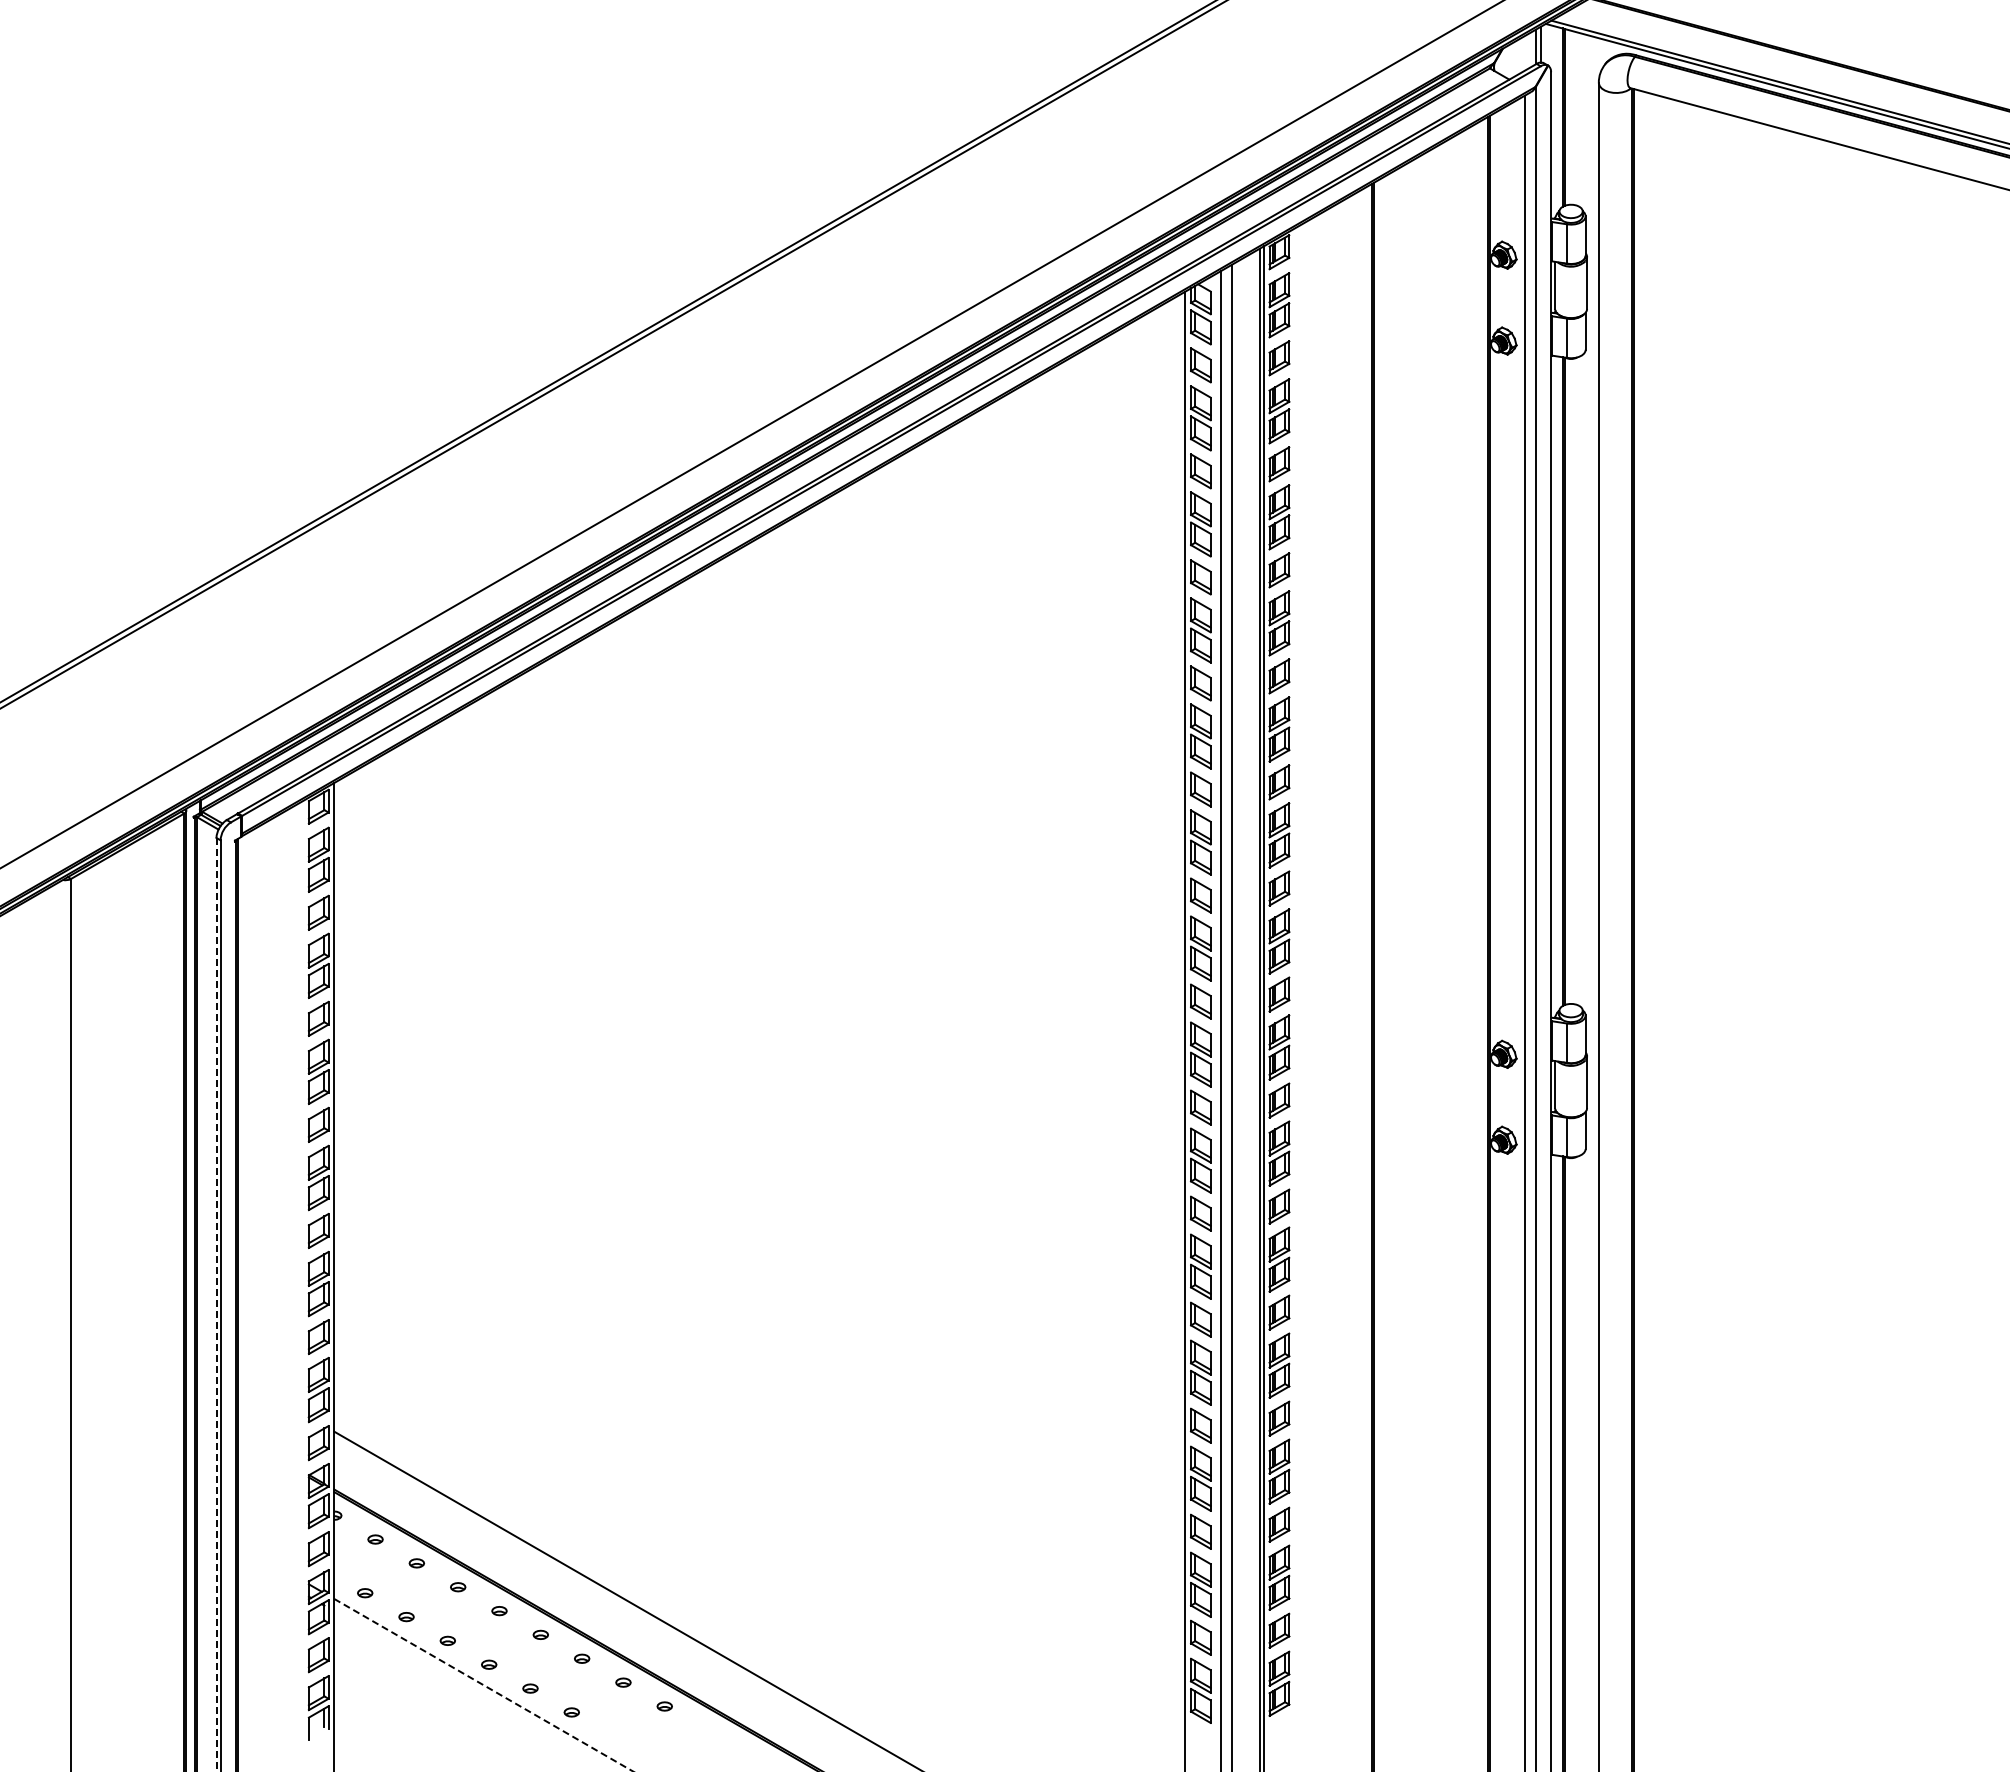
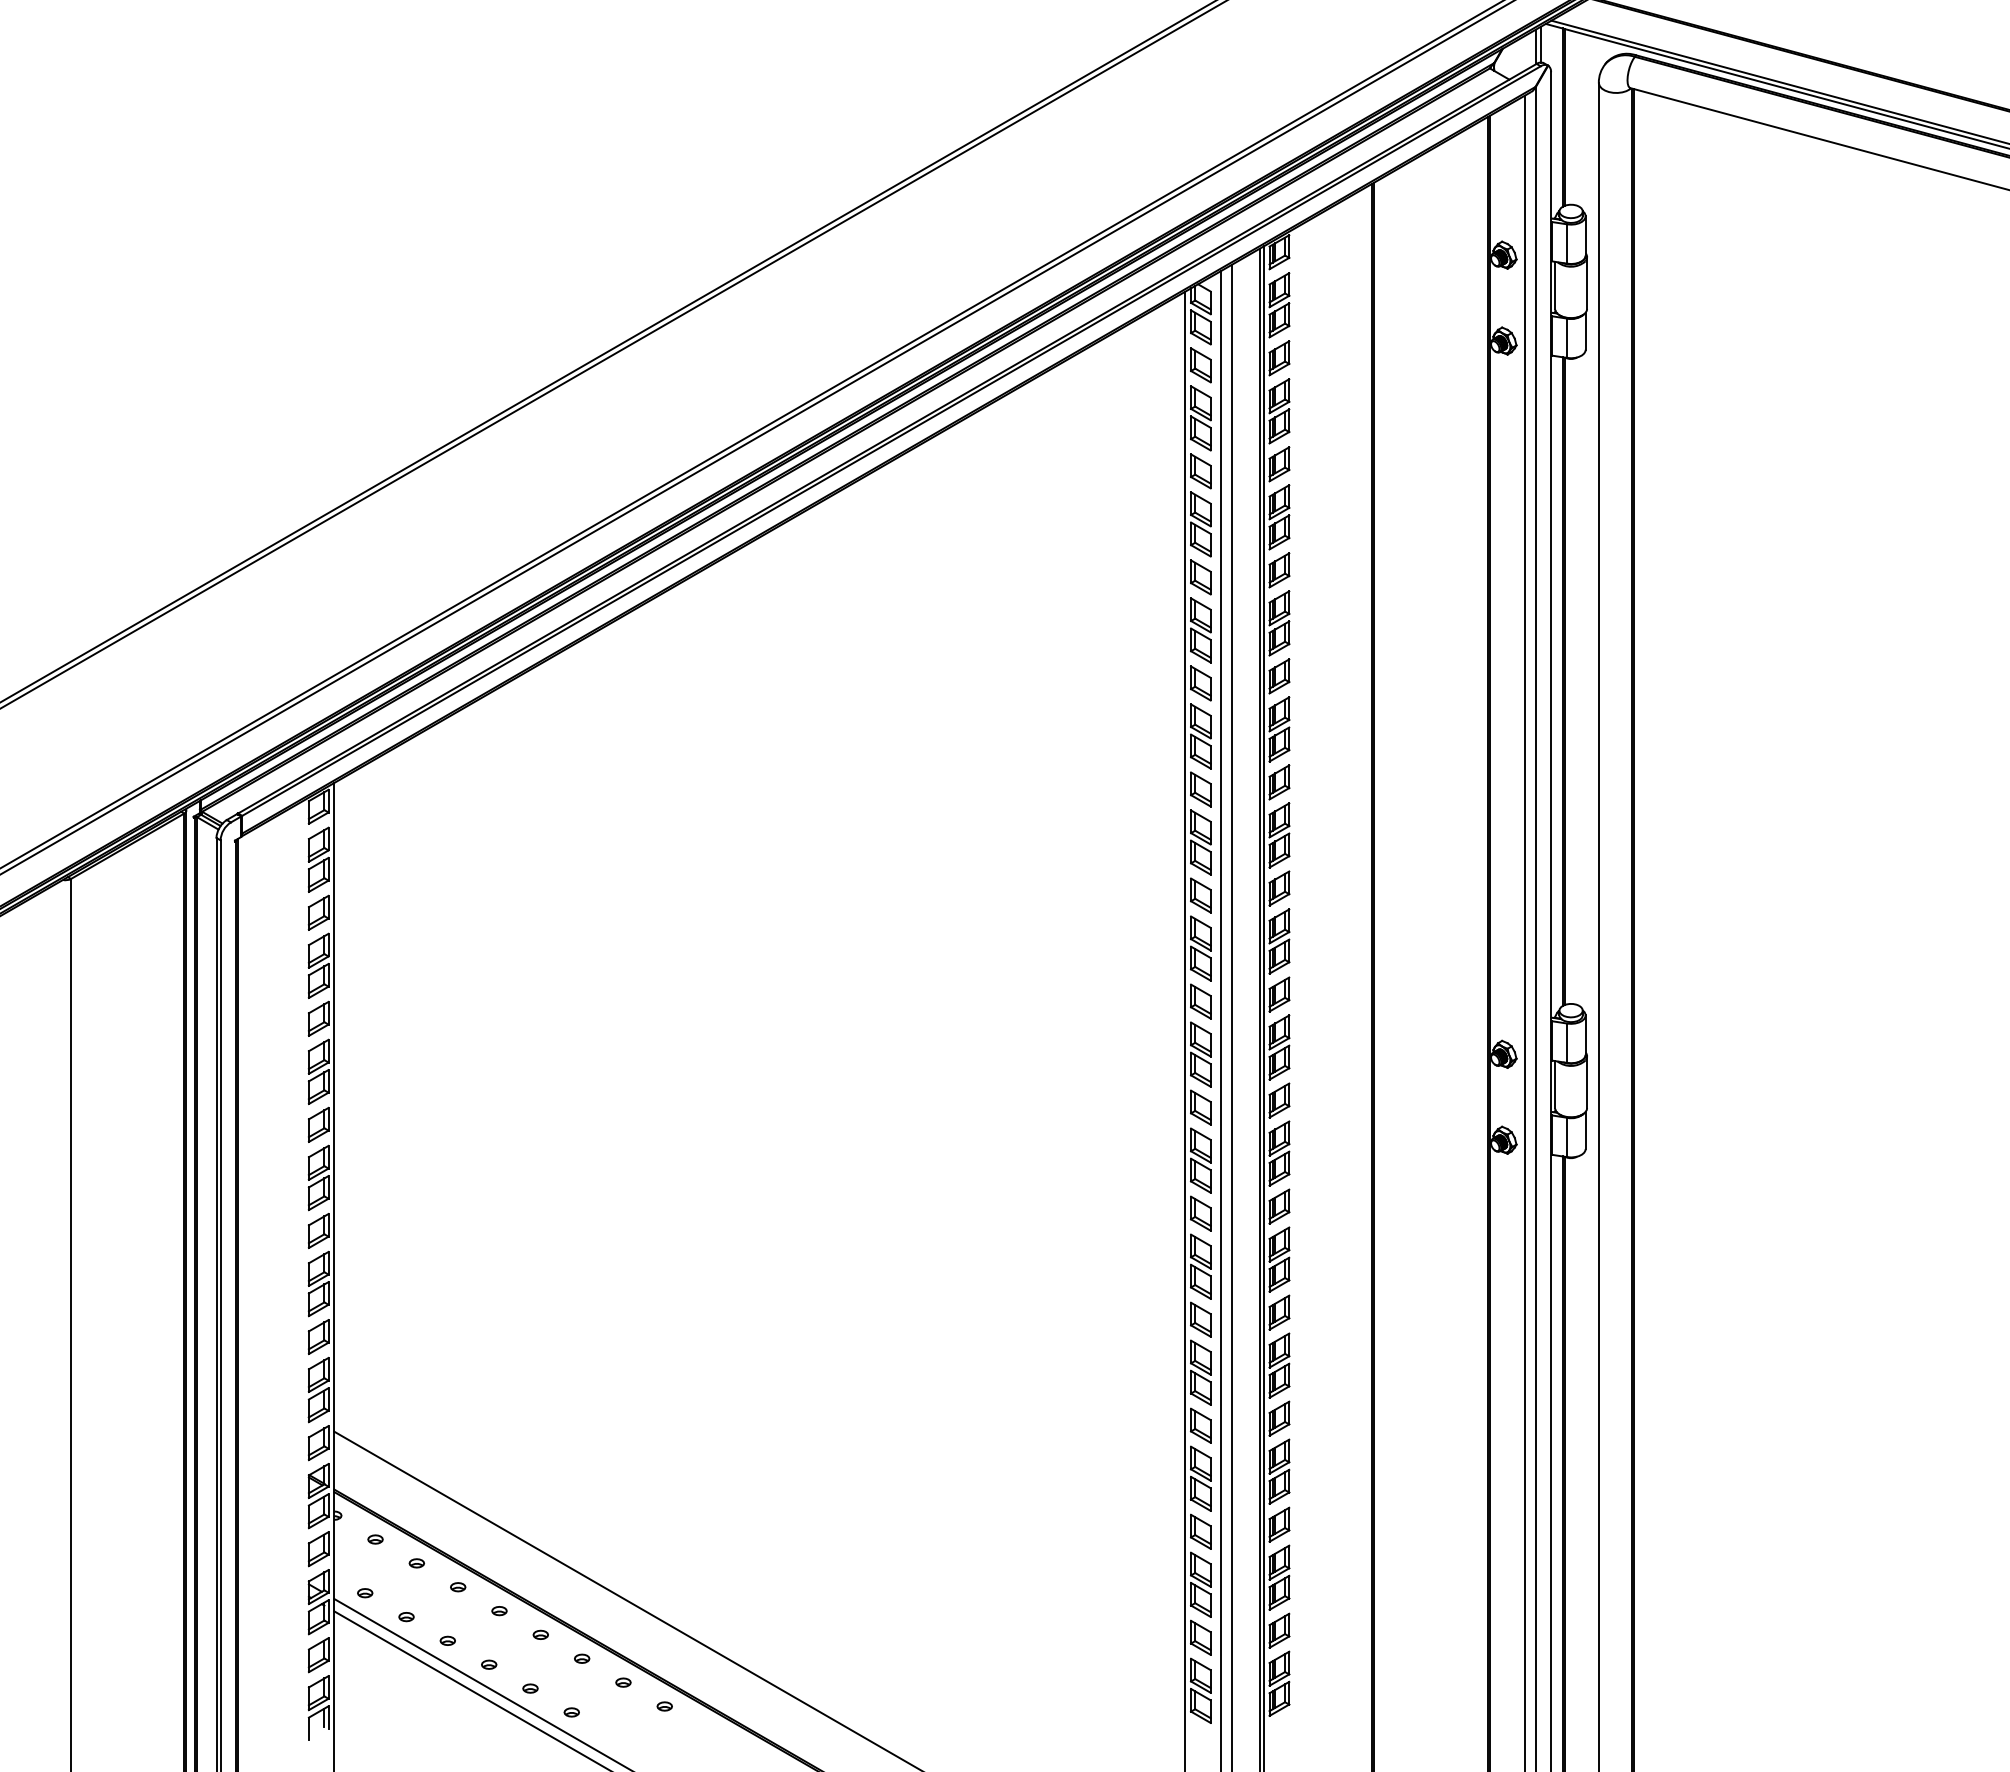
line at (756, 437): none -> present
line at (216, 1304): dashed -> solid
line at (483, 1685): dashed -> solid
line at (470, 1689): none -> present
